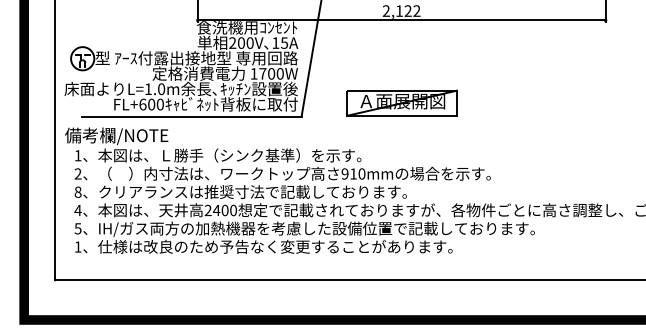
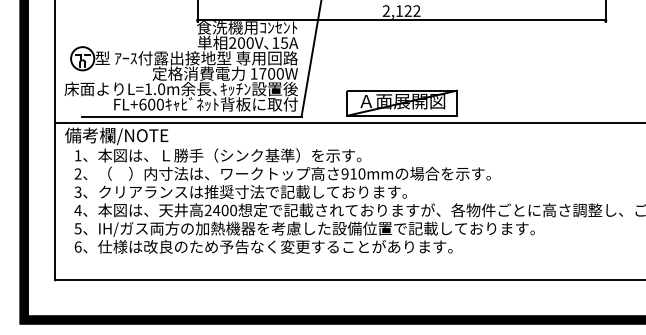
line at (348, 122): none -> present
text at (77, 191): 8 -> 3
text at (77, 246): 1 -> 6
